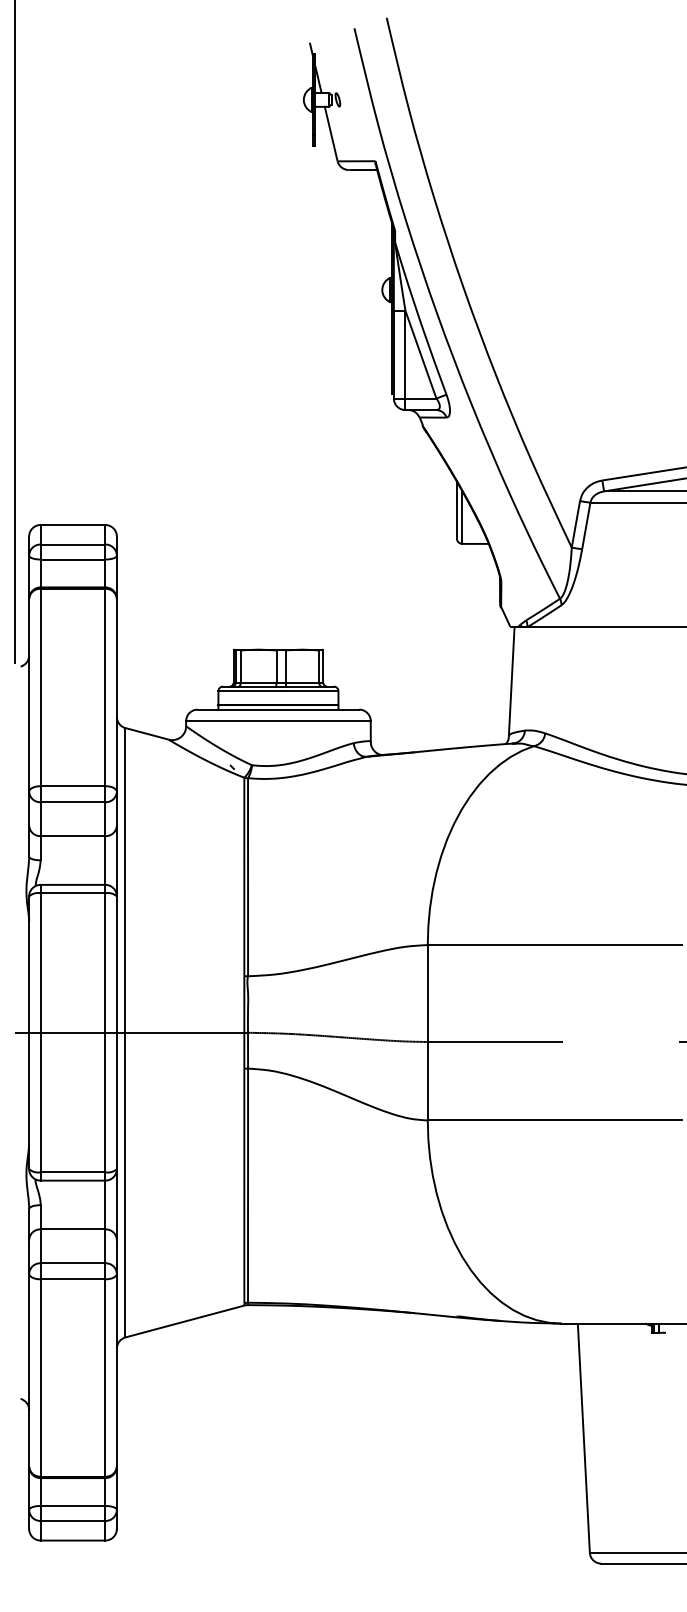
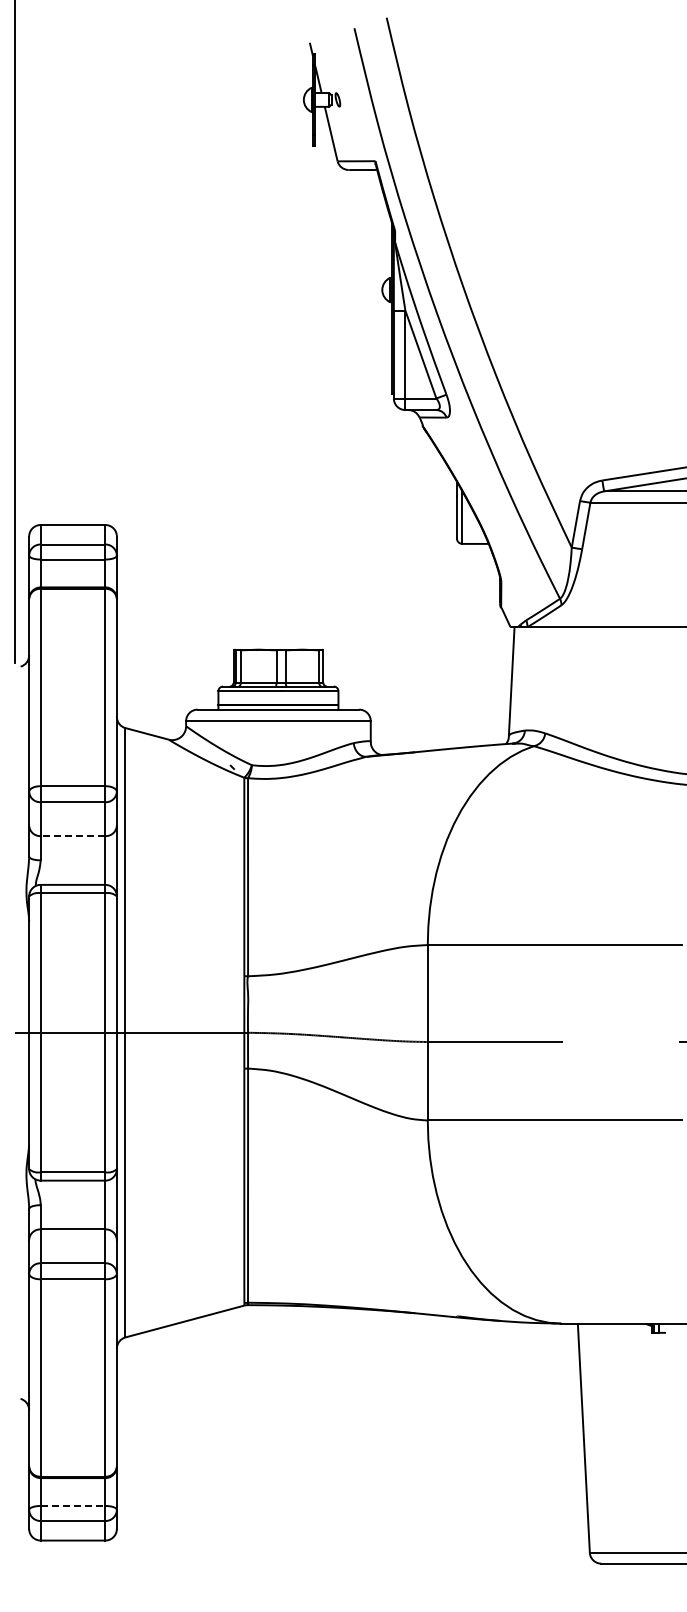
line at (72, 836): solid -> dashed
line at (73, 1505): solid -> dashed
